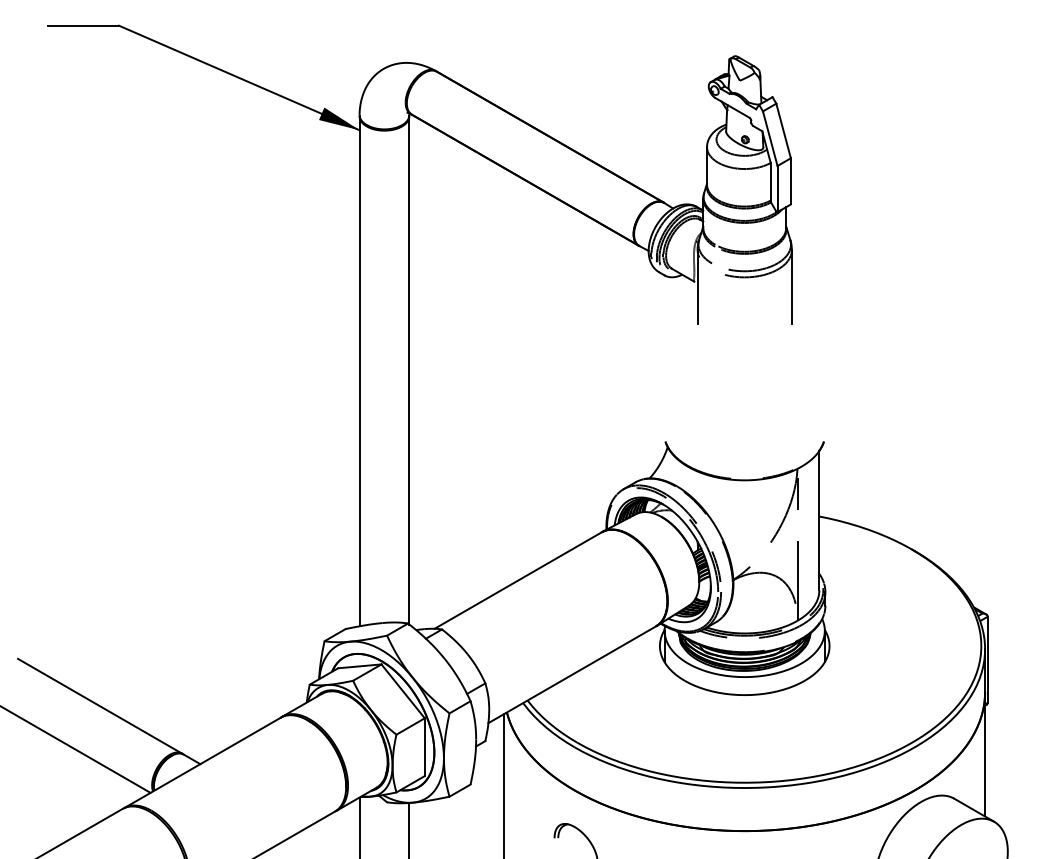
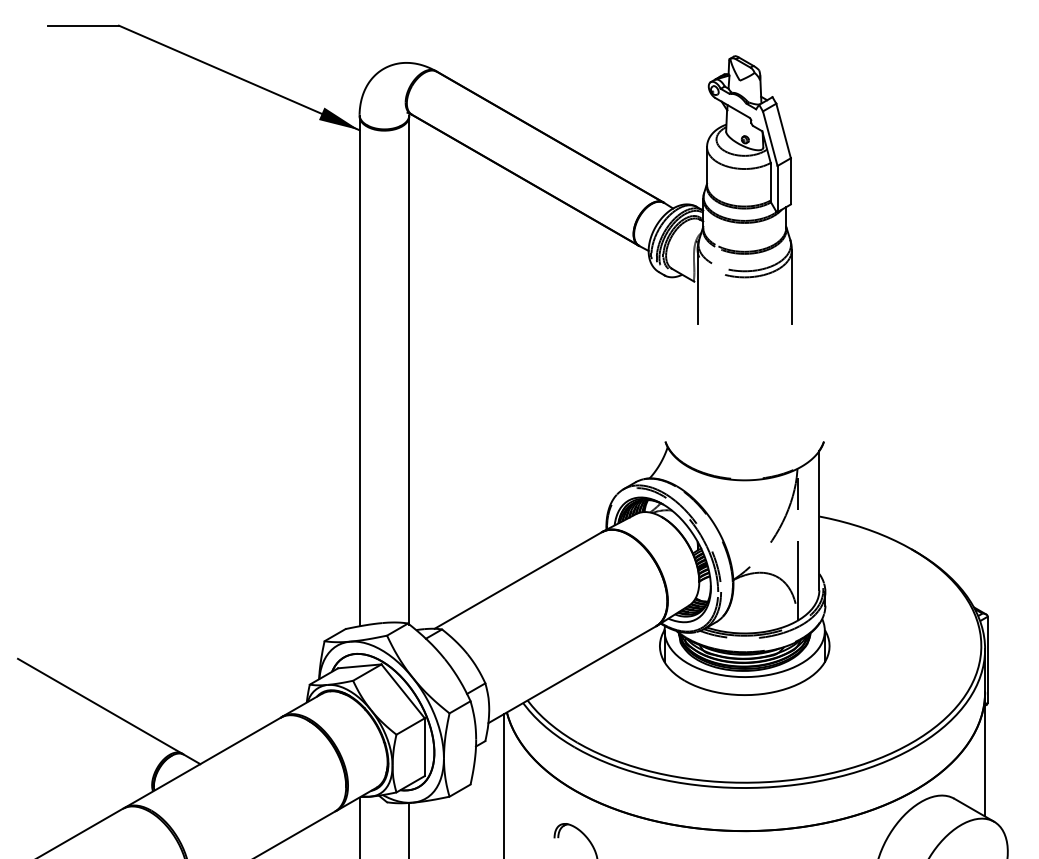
line at (76, 749): present -> none
